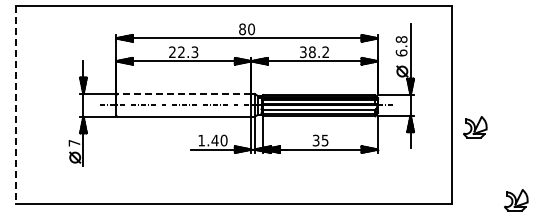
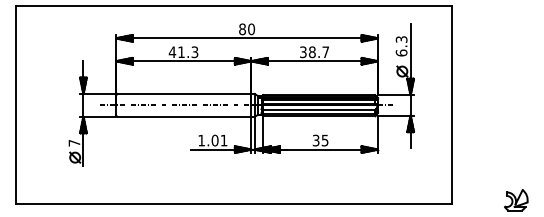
text at (401, 39): 6.8 -> 6.3
text at (176, 51): 22.3 -> 41.3
text at (325, 51): 38.2 -> 38.7
line at (184, 93): dashed -> solid
line at (16, 105): dashed -> solid
part at (475, 127): present -> none
text at (219, 140): 1.40 -> 1.01
